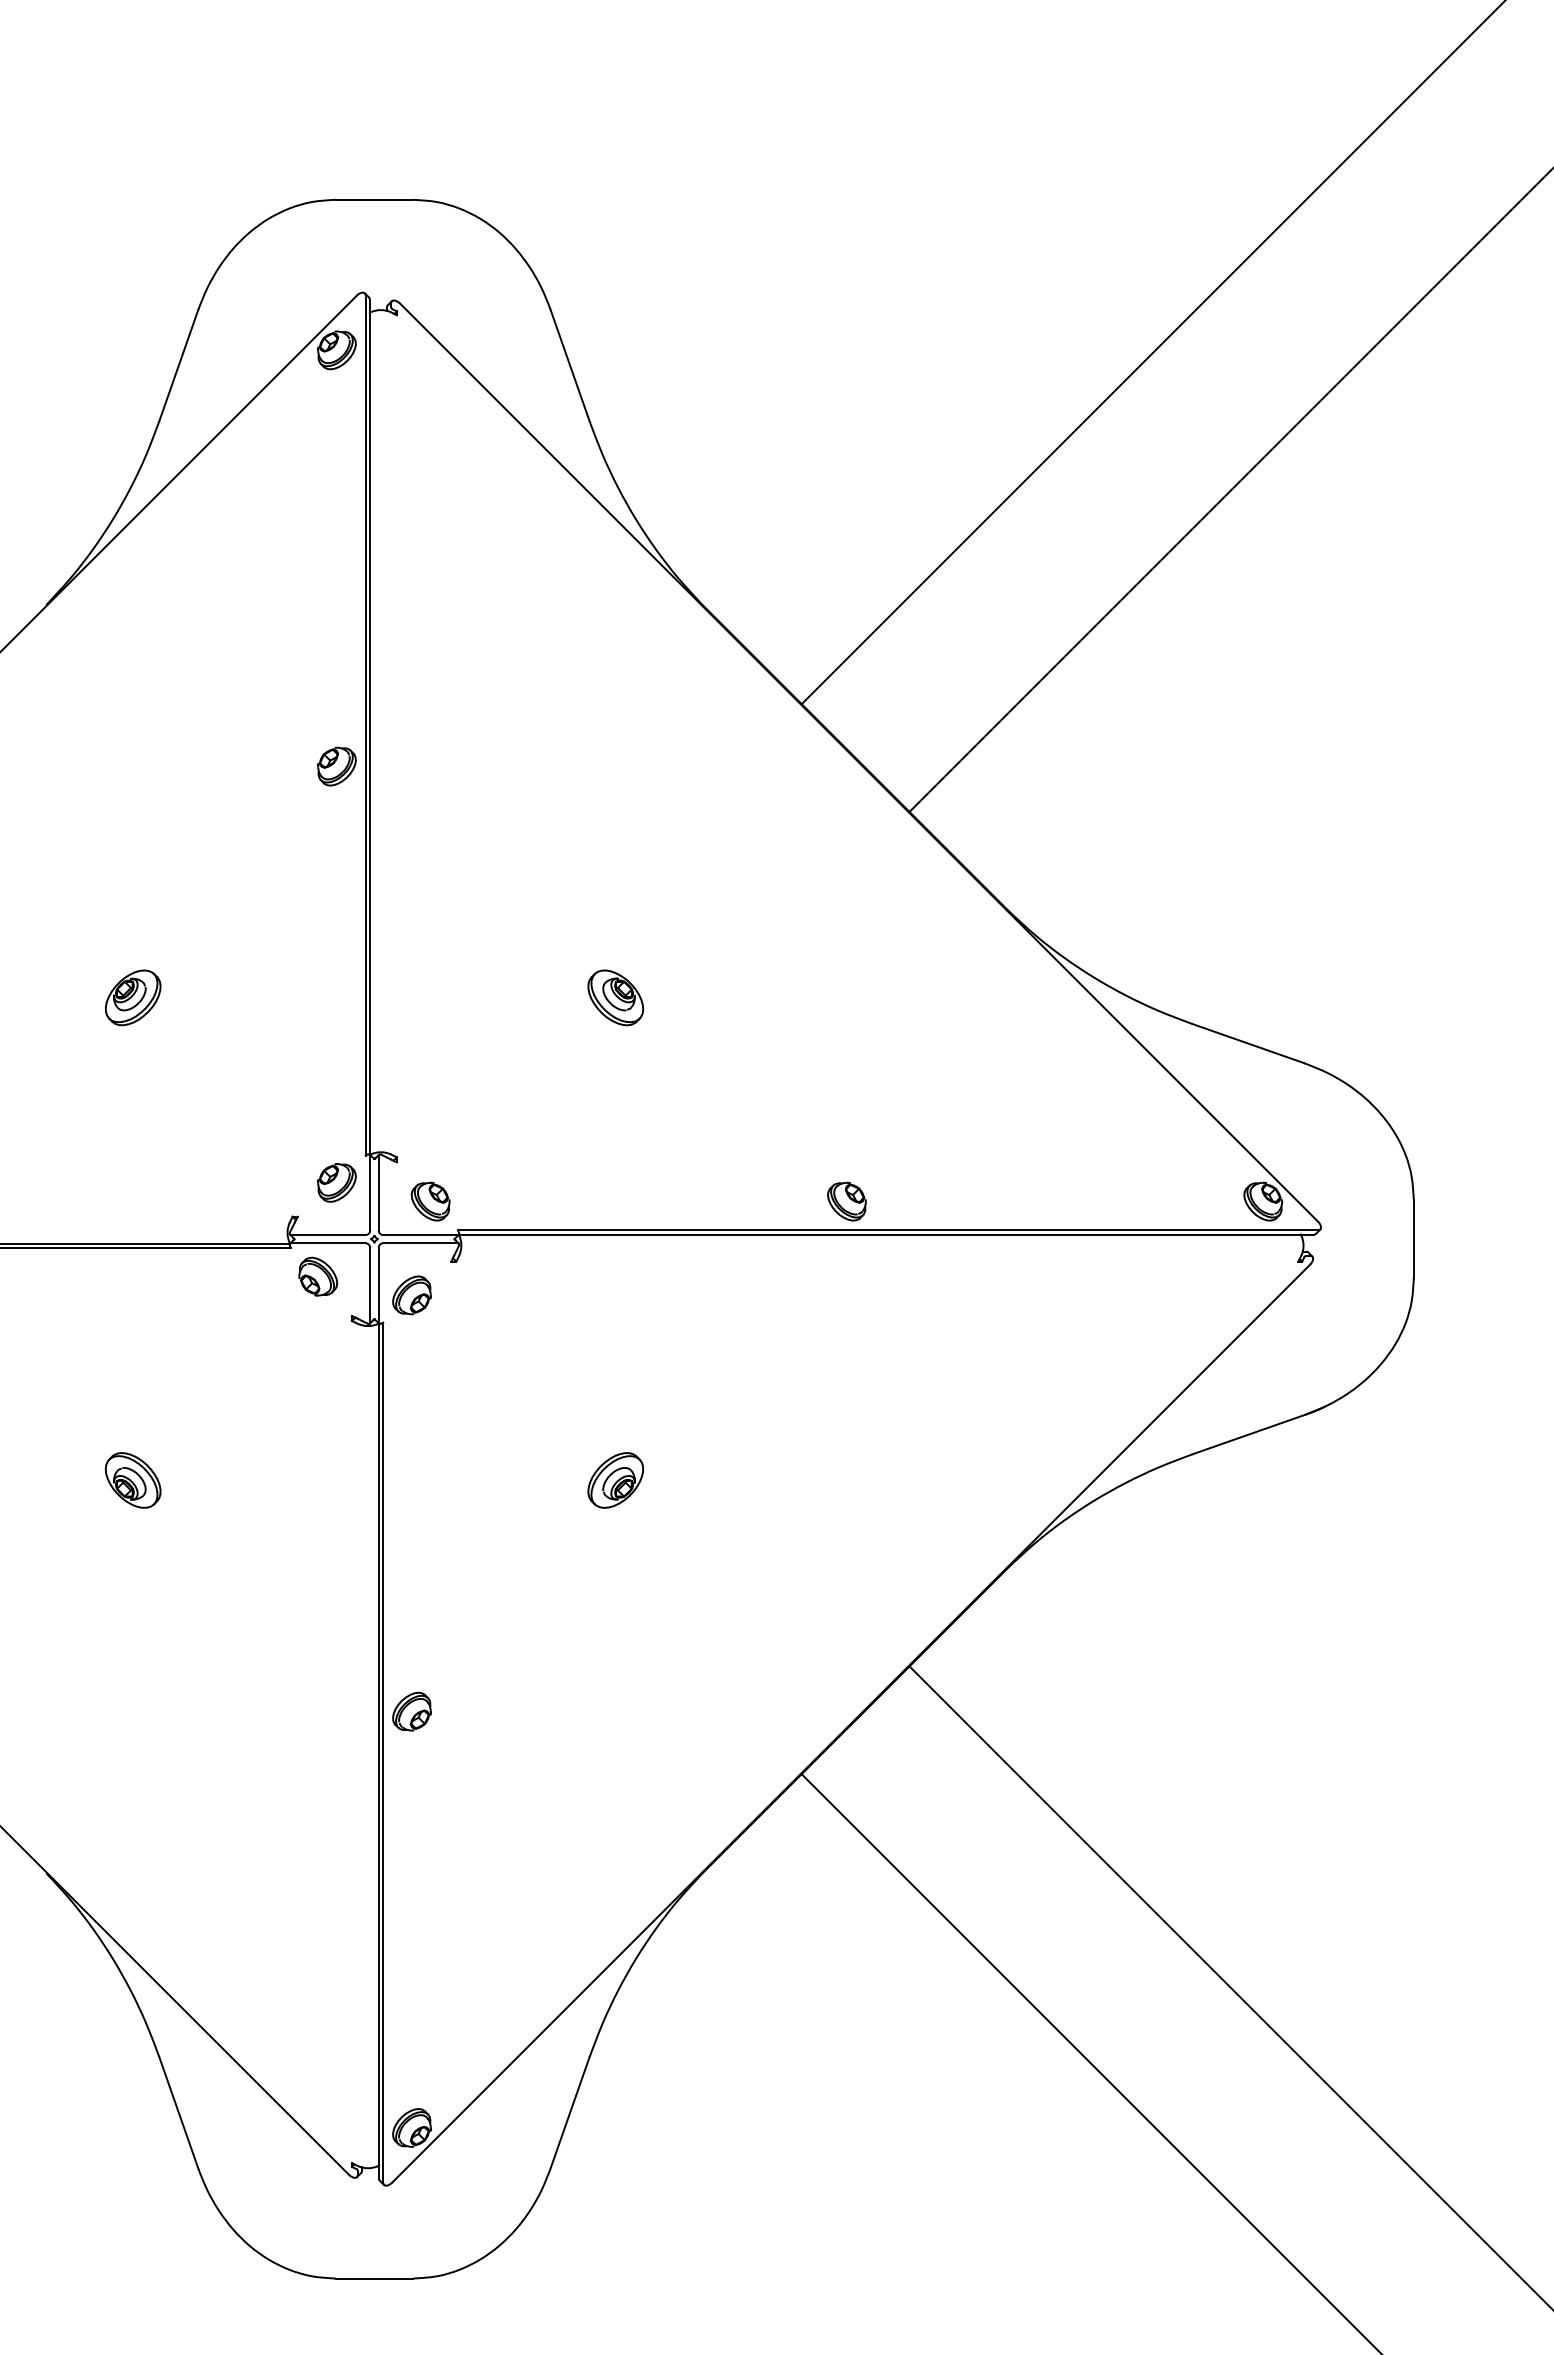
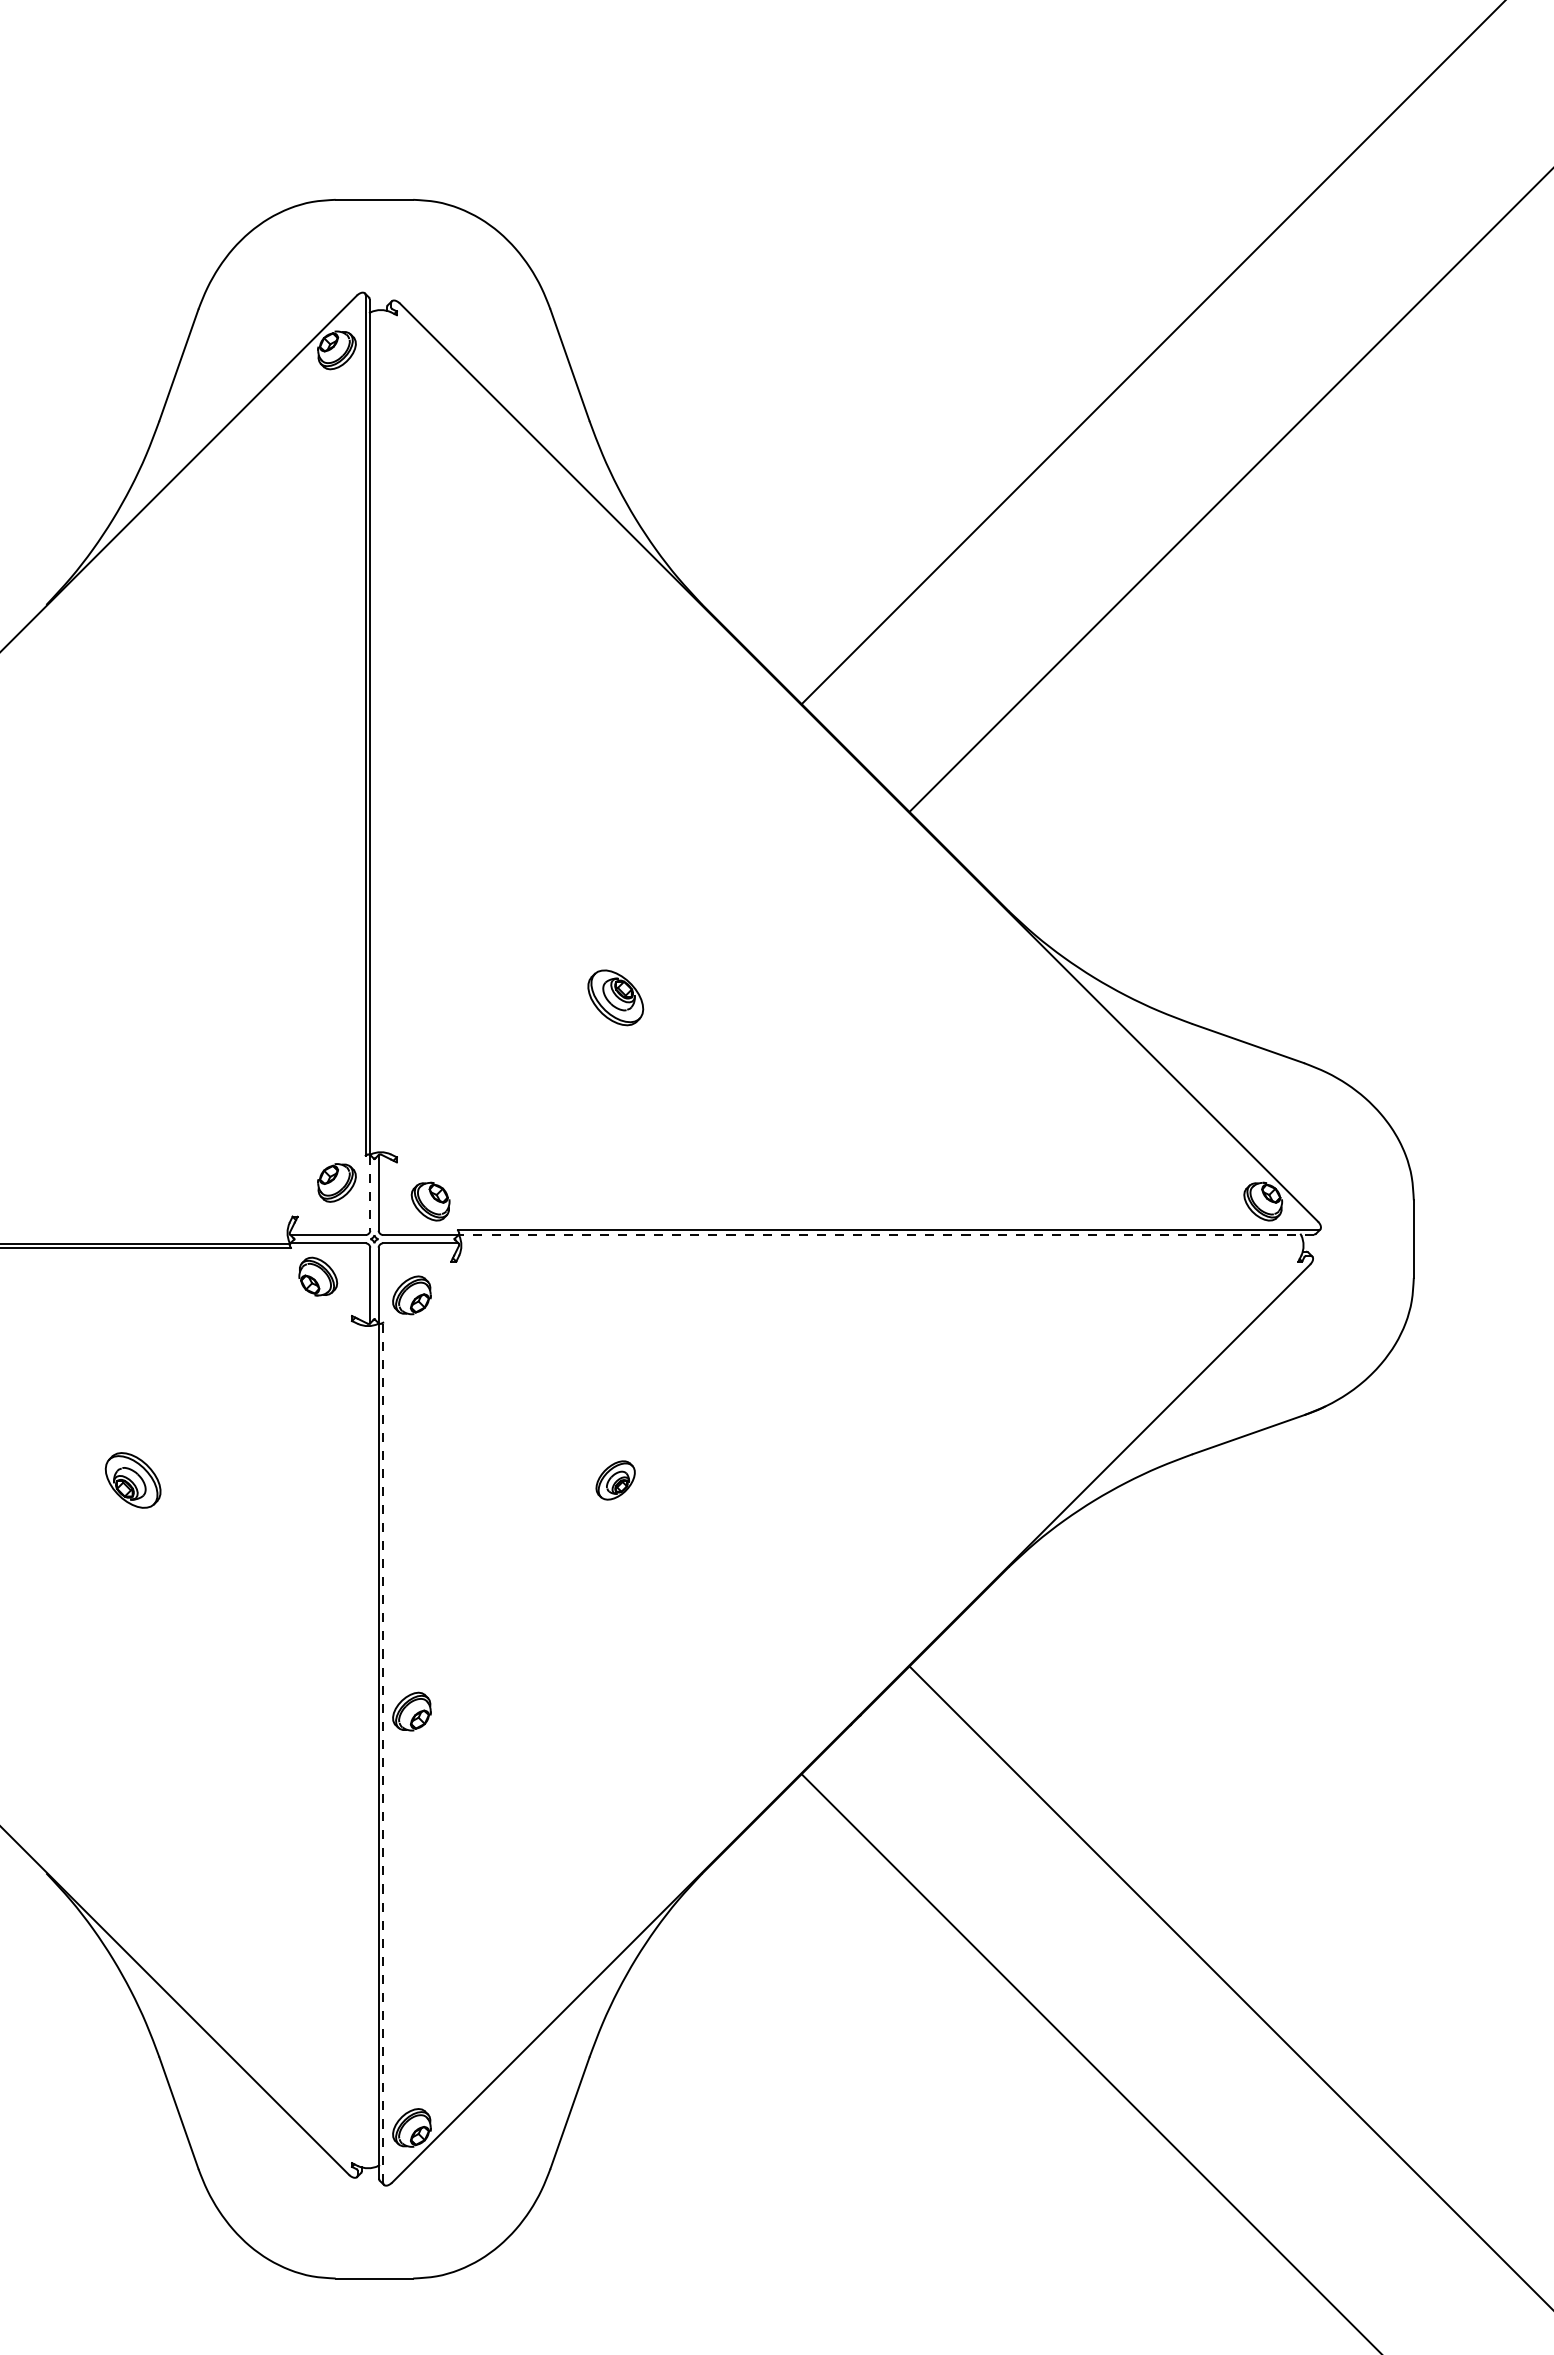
part at (336, 766): present -> none
part at (133, 997): present -> none
line at (370, 1193): solid -> dashed
part at (846, 1201): present -> none
line at (885, 1234): solid -> dashed
part at (615, 1480) size: 57x57 px -> 41x41 px
line at (383, 1752): solid -> dashed
